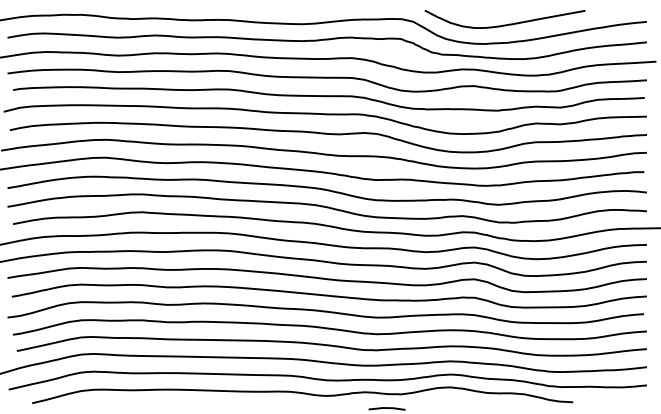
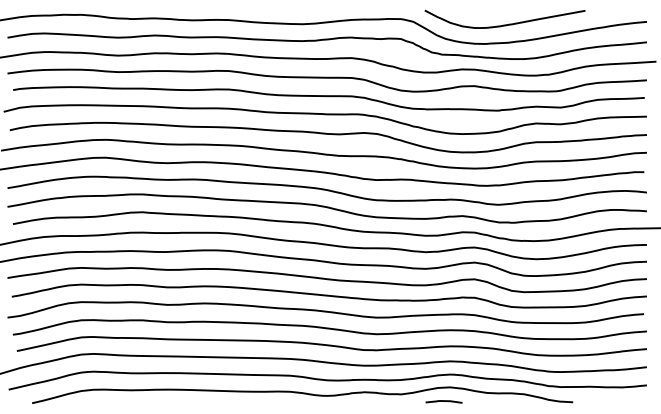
line at (386, 408) position: (386, 408) -> (443, 401)
